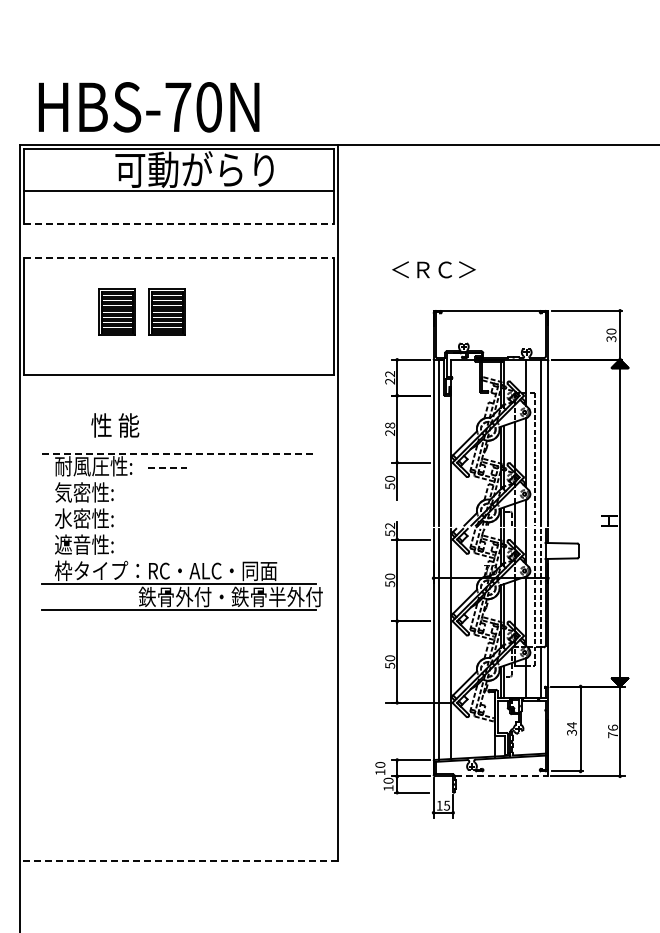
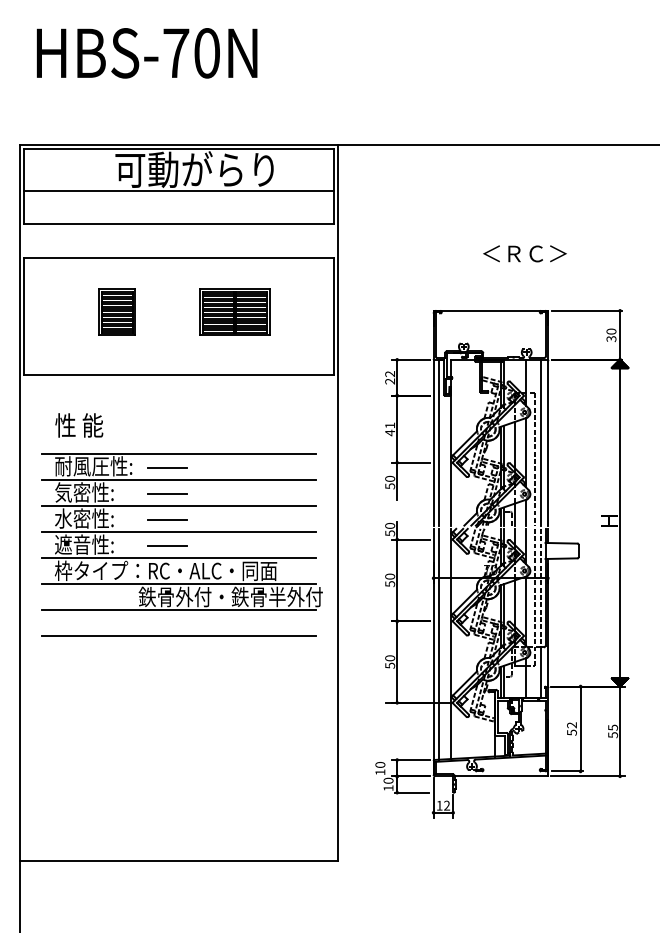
text at (149, 107) position: (149, 107) -> (147, 53)
line at (179, 224): dashed -> solid
line at (179, 257): dashed -> solid
text at (433, 269) position: (433, 269) -> (524, 253)
part at (166, 311): present -> none
part at (234, 311): none -> present
text at (115, 425) position: (115, 425) -> (79, 425)
text at (390, 429): 28 -> 41
line at (179, 453): dashed -> solid
line at (168, 467): dashed -> solid
line at (178, 479): none -> present
line at (167, 493): none -> present
line at (178, 505): none -> present
line at (167, 520): none -> present
text at (390, 525): 52 -> 50
line at (178, 531): none -> present
line at (167, 546): none -> present
line at (178, 558): none -> present
line at (178, 636): none -> present
text at (571, 728): 34 -> 52
text at (613, 731): 76 -> 55
line at (501, 776): dashed -> solid
text at (447, 805): 15 -> 12
line at (178, 861): dashed -> solid
